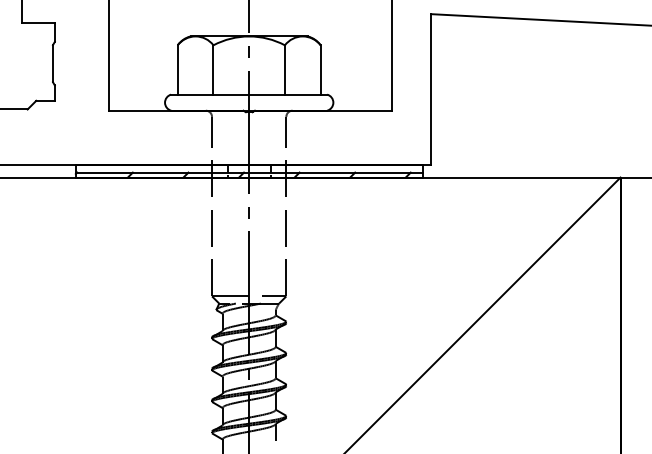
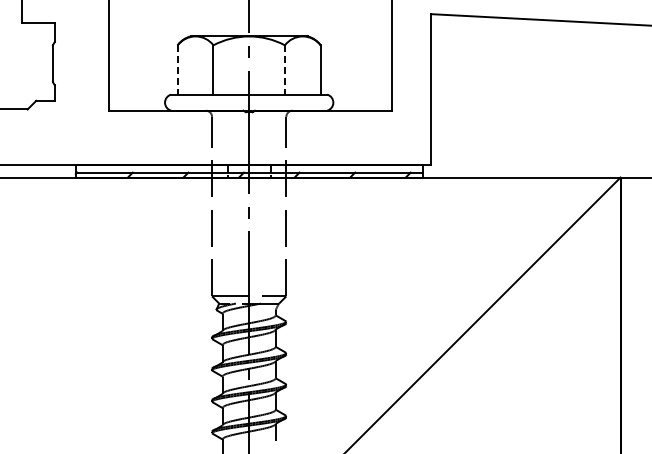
line at (177, 69): solid -> dashed
line at (284, 69): solid -> dashed
